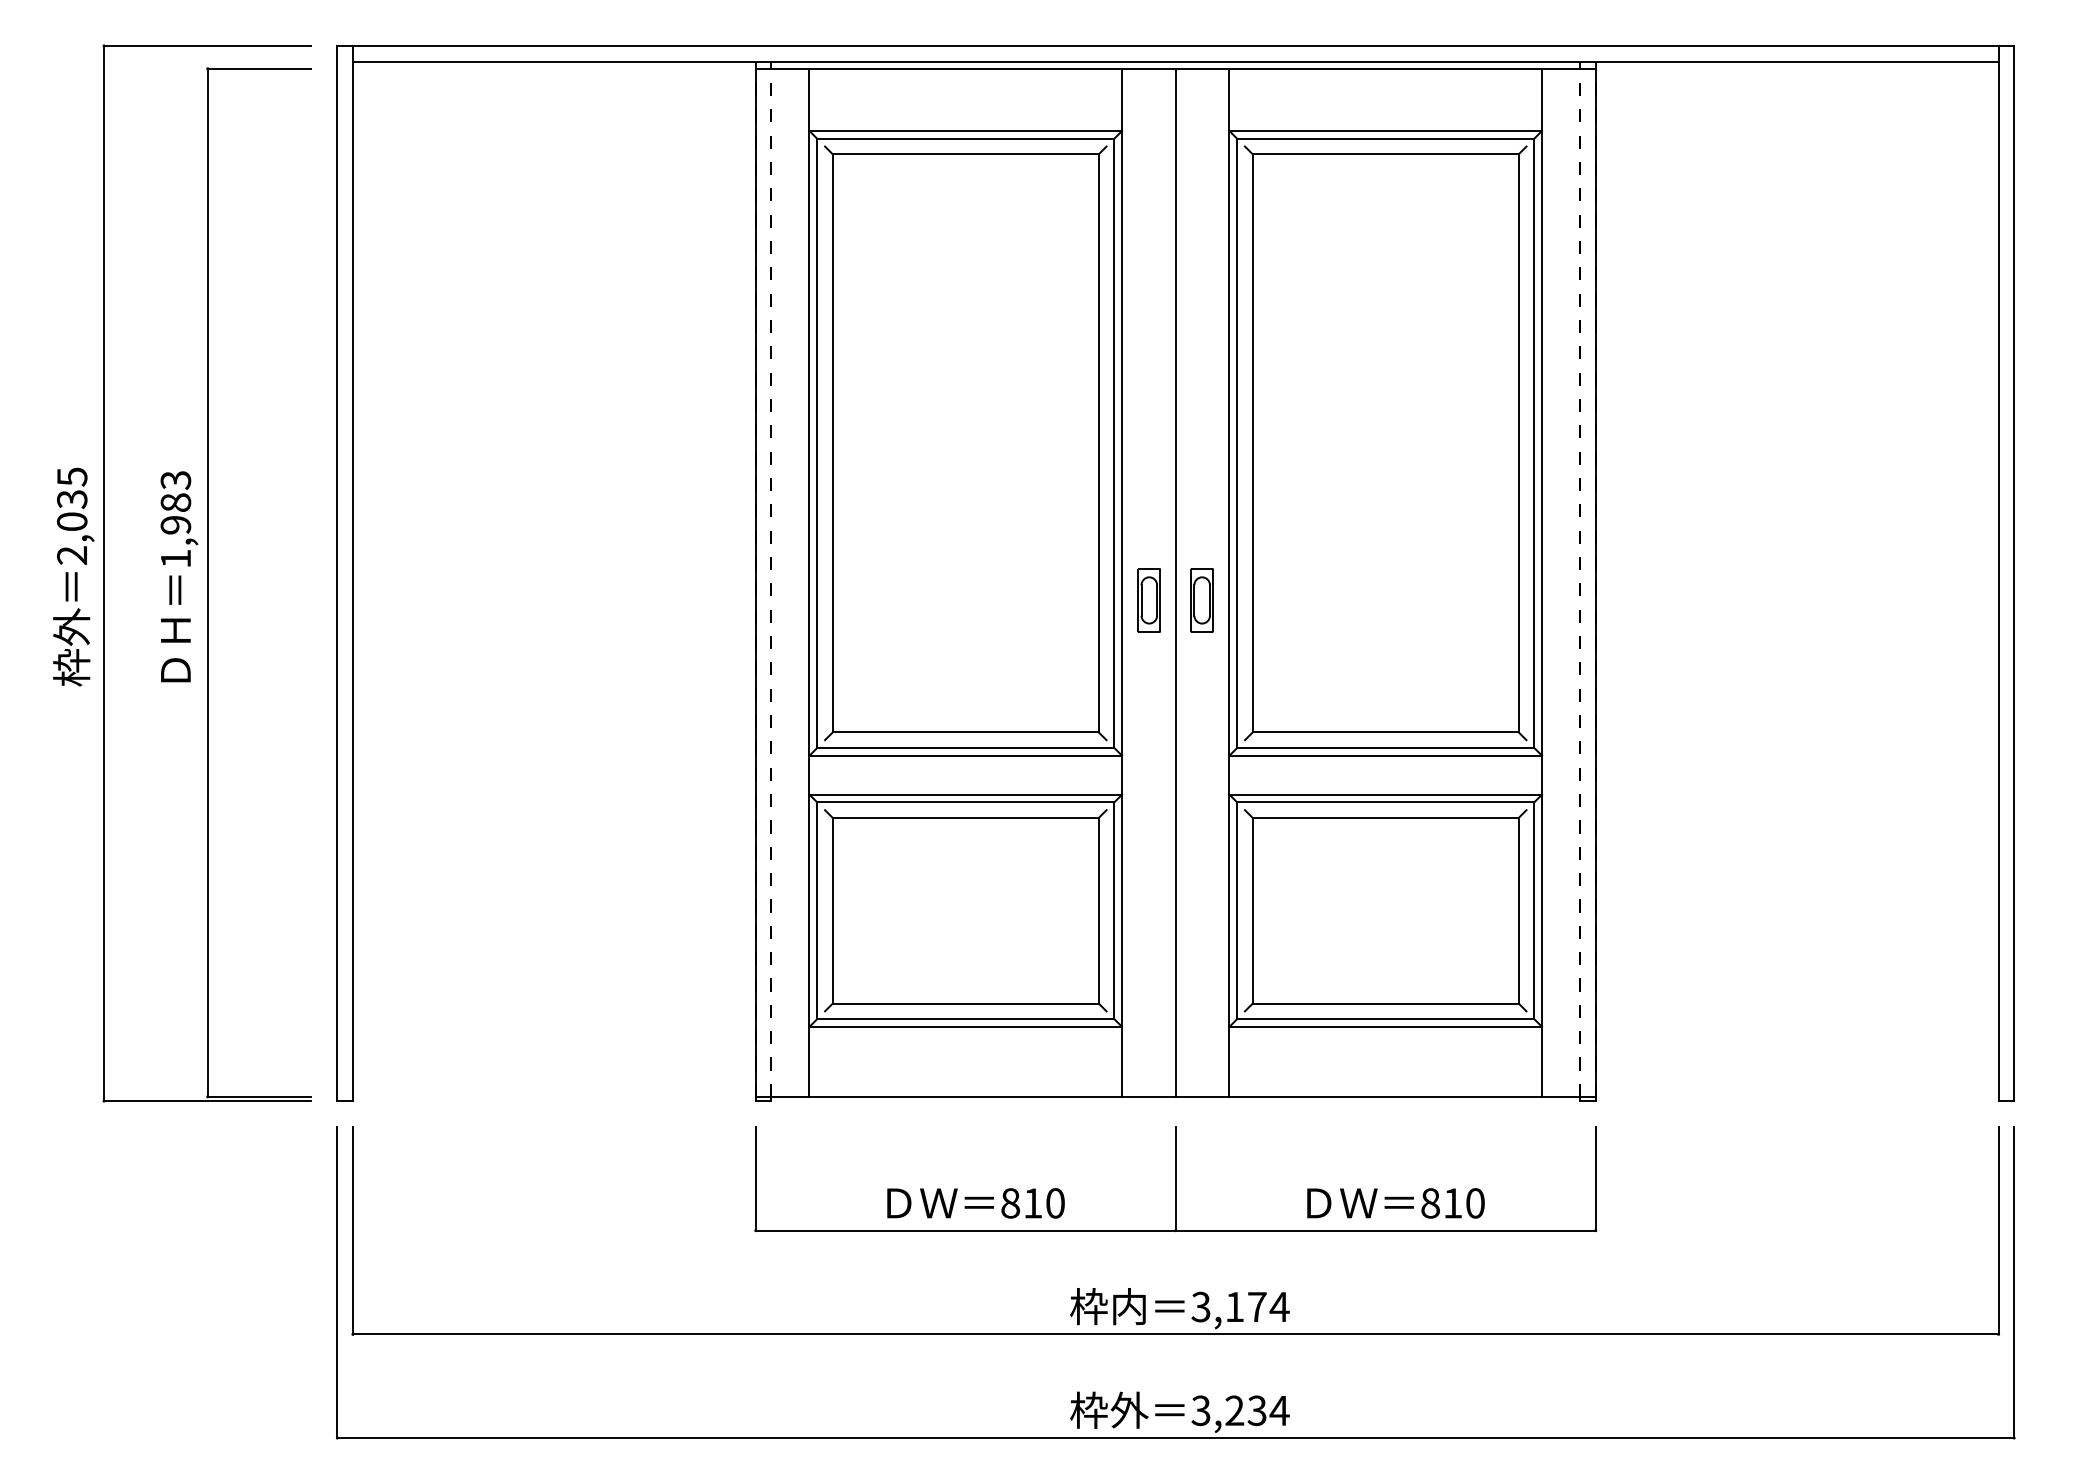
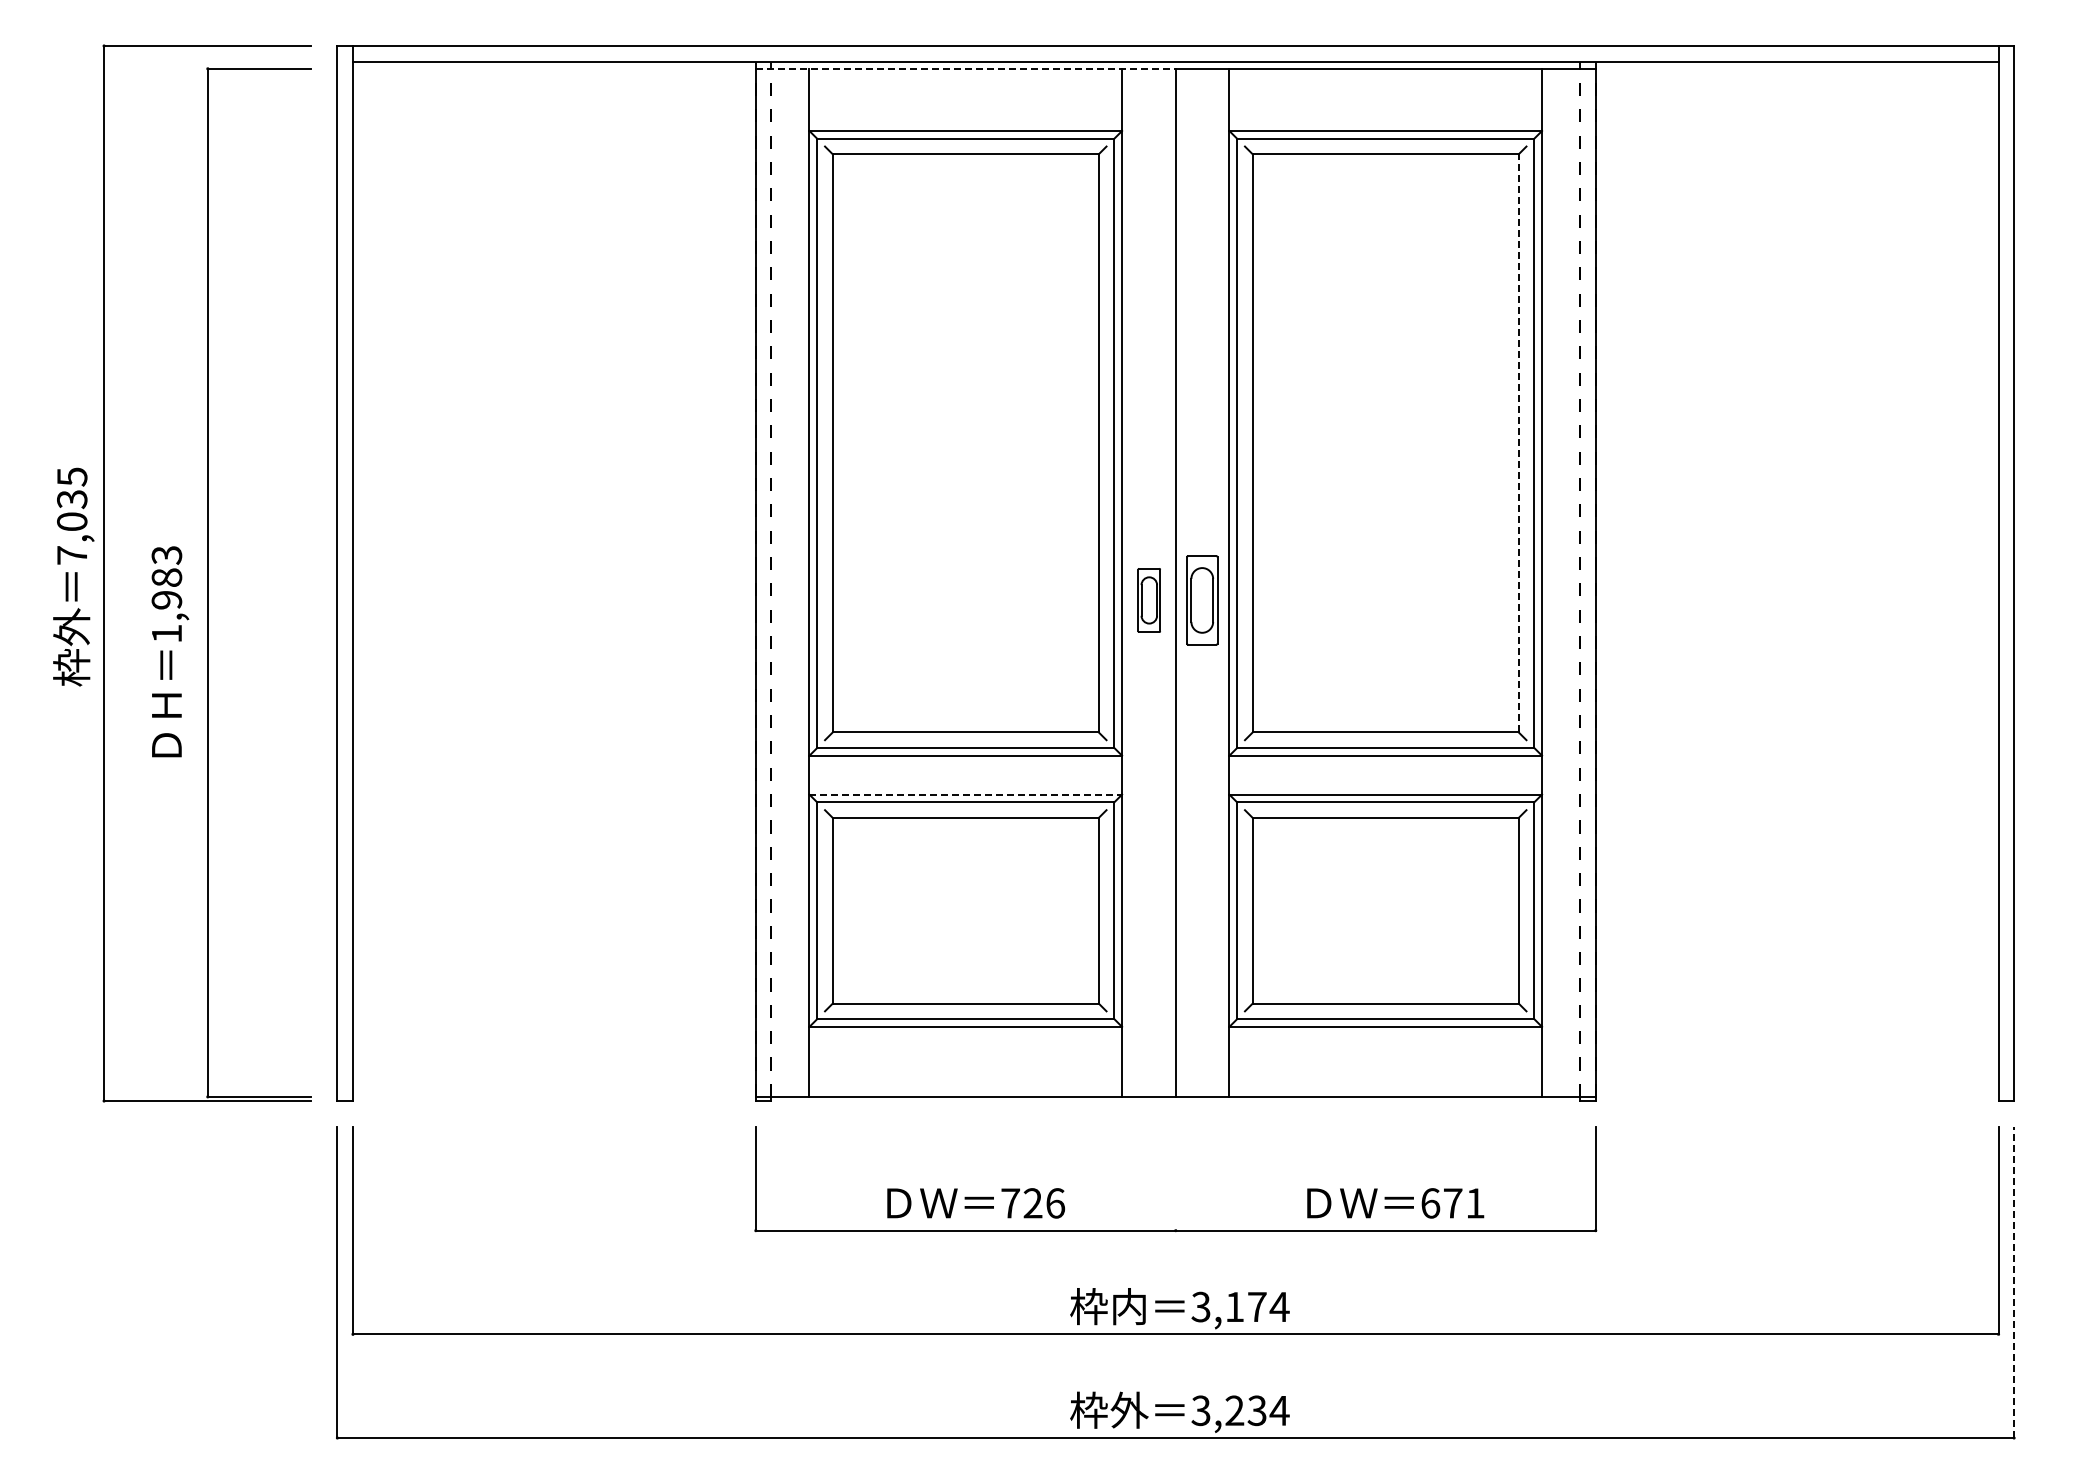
line at (965, 68): solid -> dashed
line at (1518, 442): solid -> dashed
text at (71, 555): 2,035 -> 7,035
text at (179, 576) position: (179, 576) -> (170, 651)
part at (1201, 600) size: 24x65 px -> 33x91 px
line at (966, 794): solid -> dashed
line at (1175, 1178): present -> none
text at (1033, 1203): 810 -> 726
text at (1452, 1203): 810 -> 671
line at (2014, 1282): solid -> dashed
